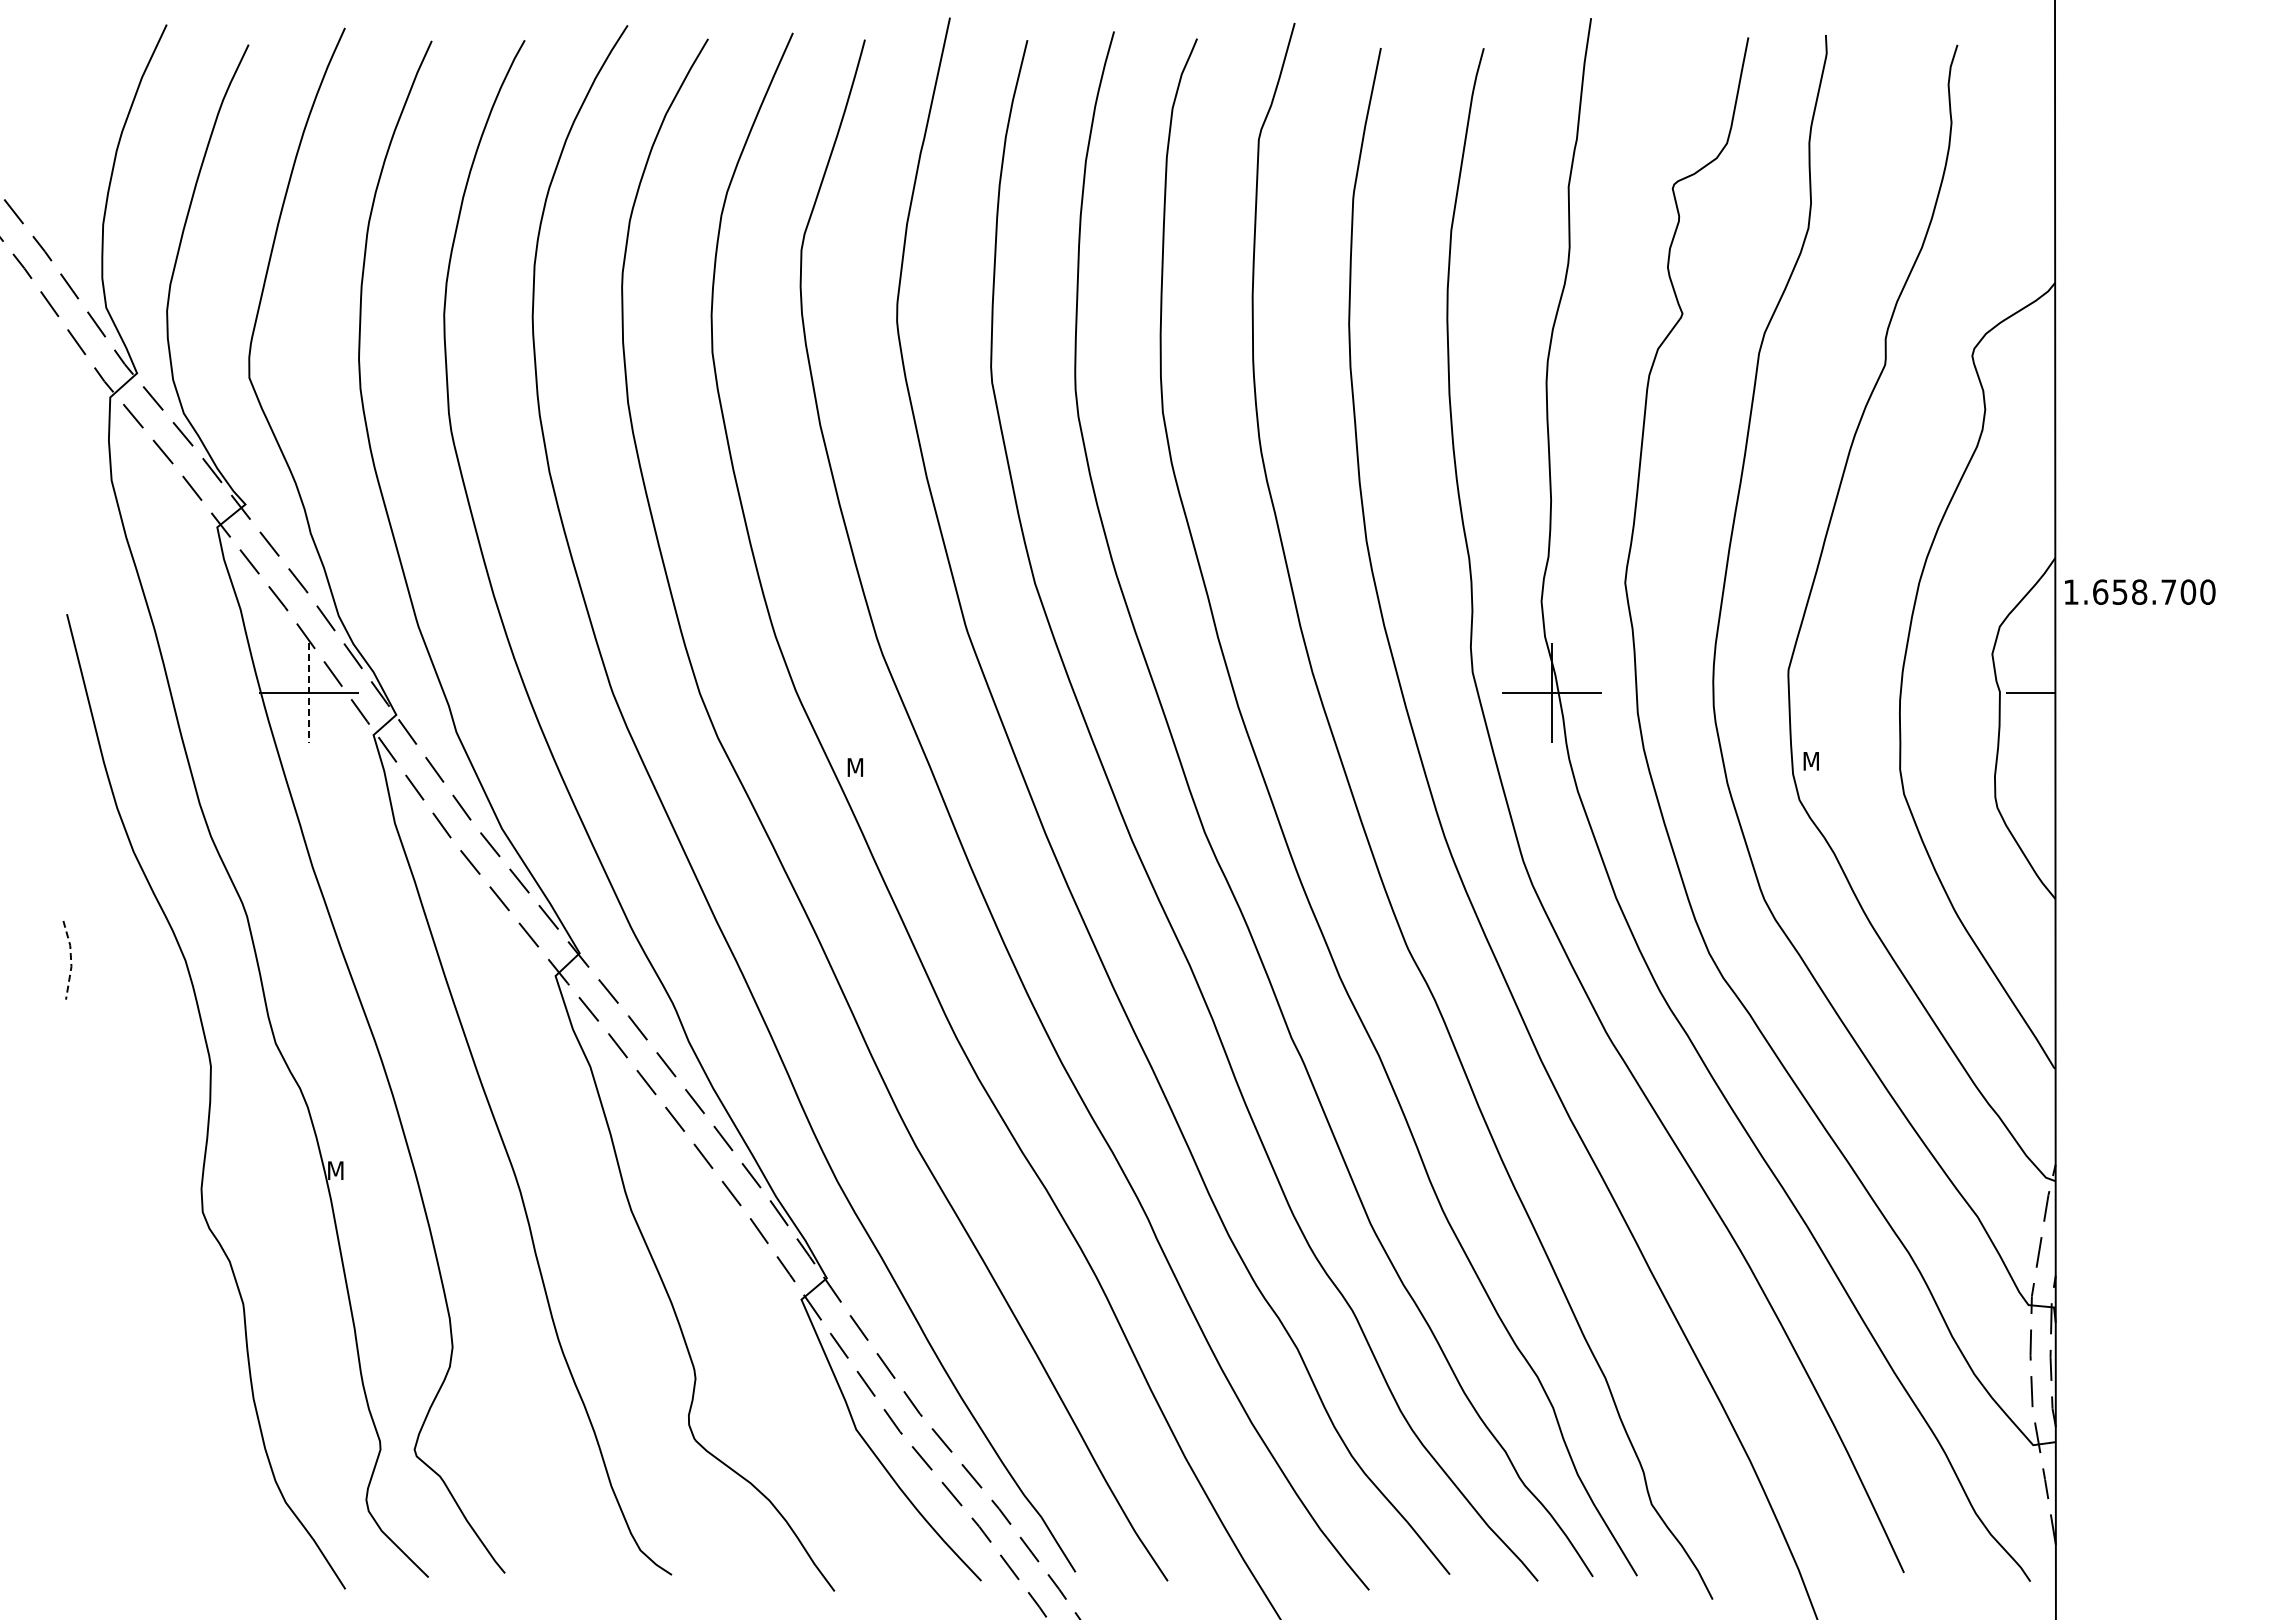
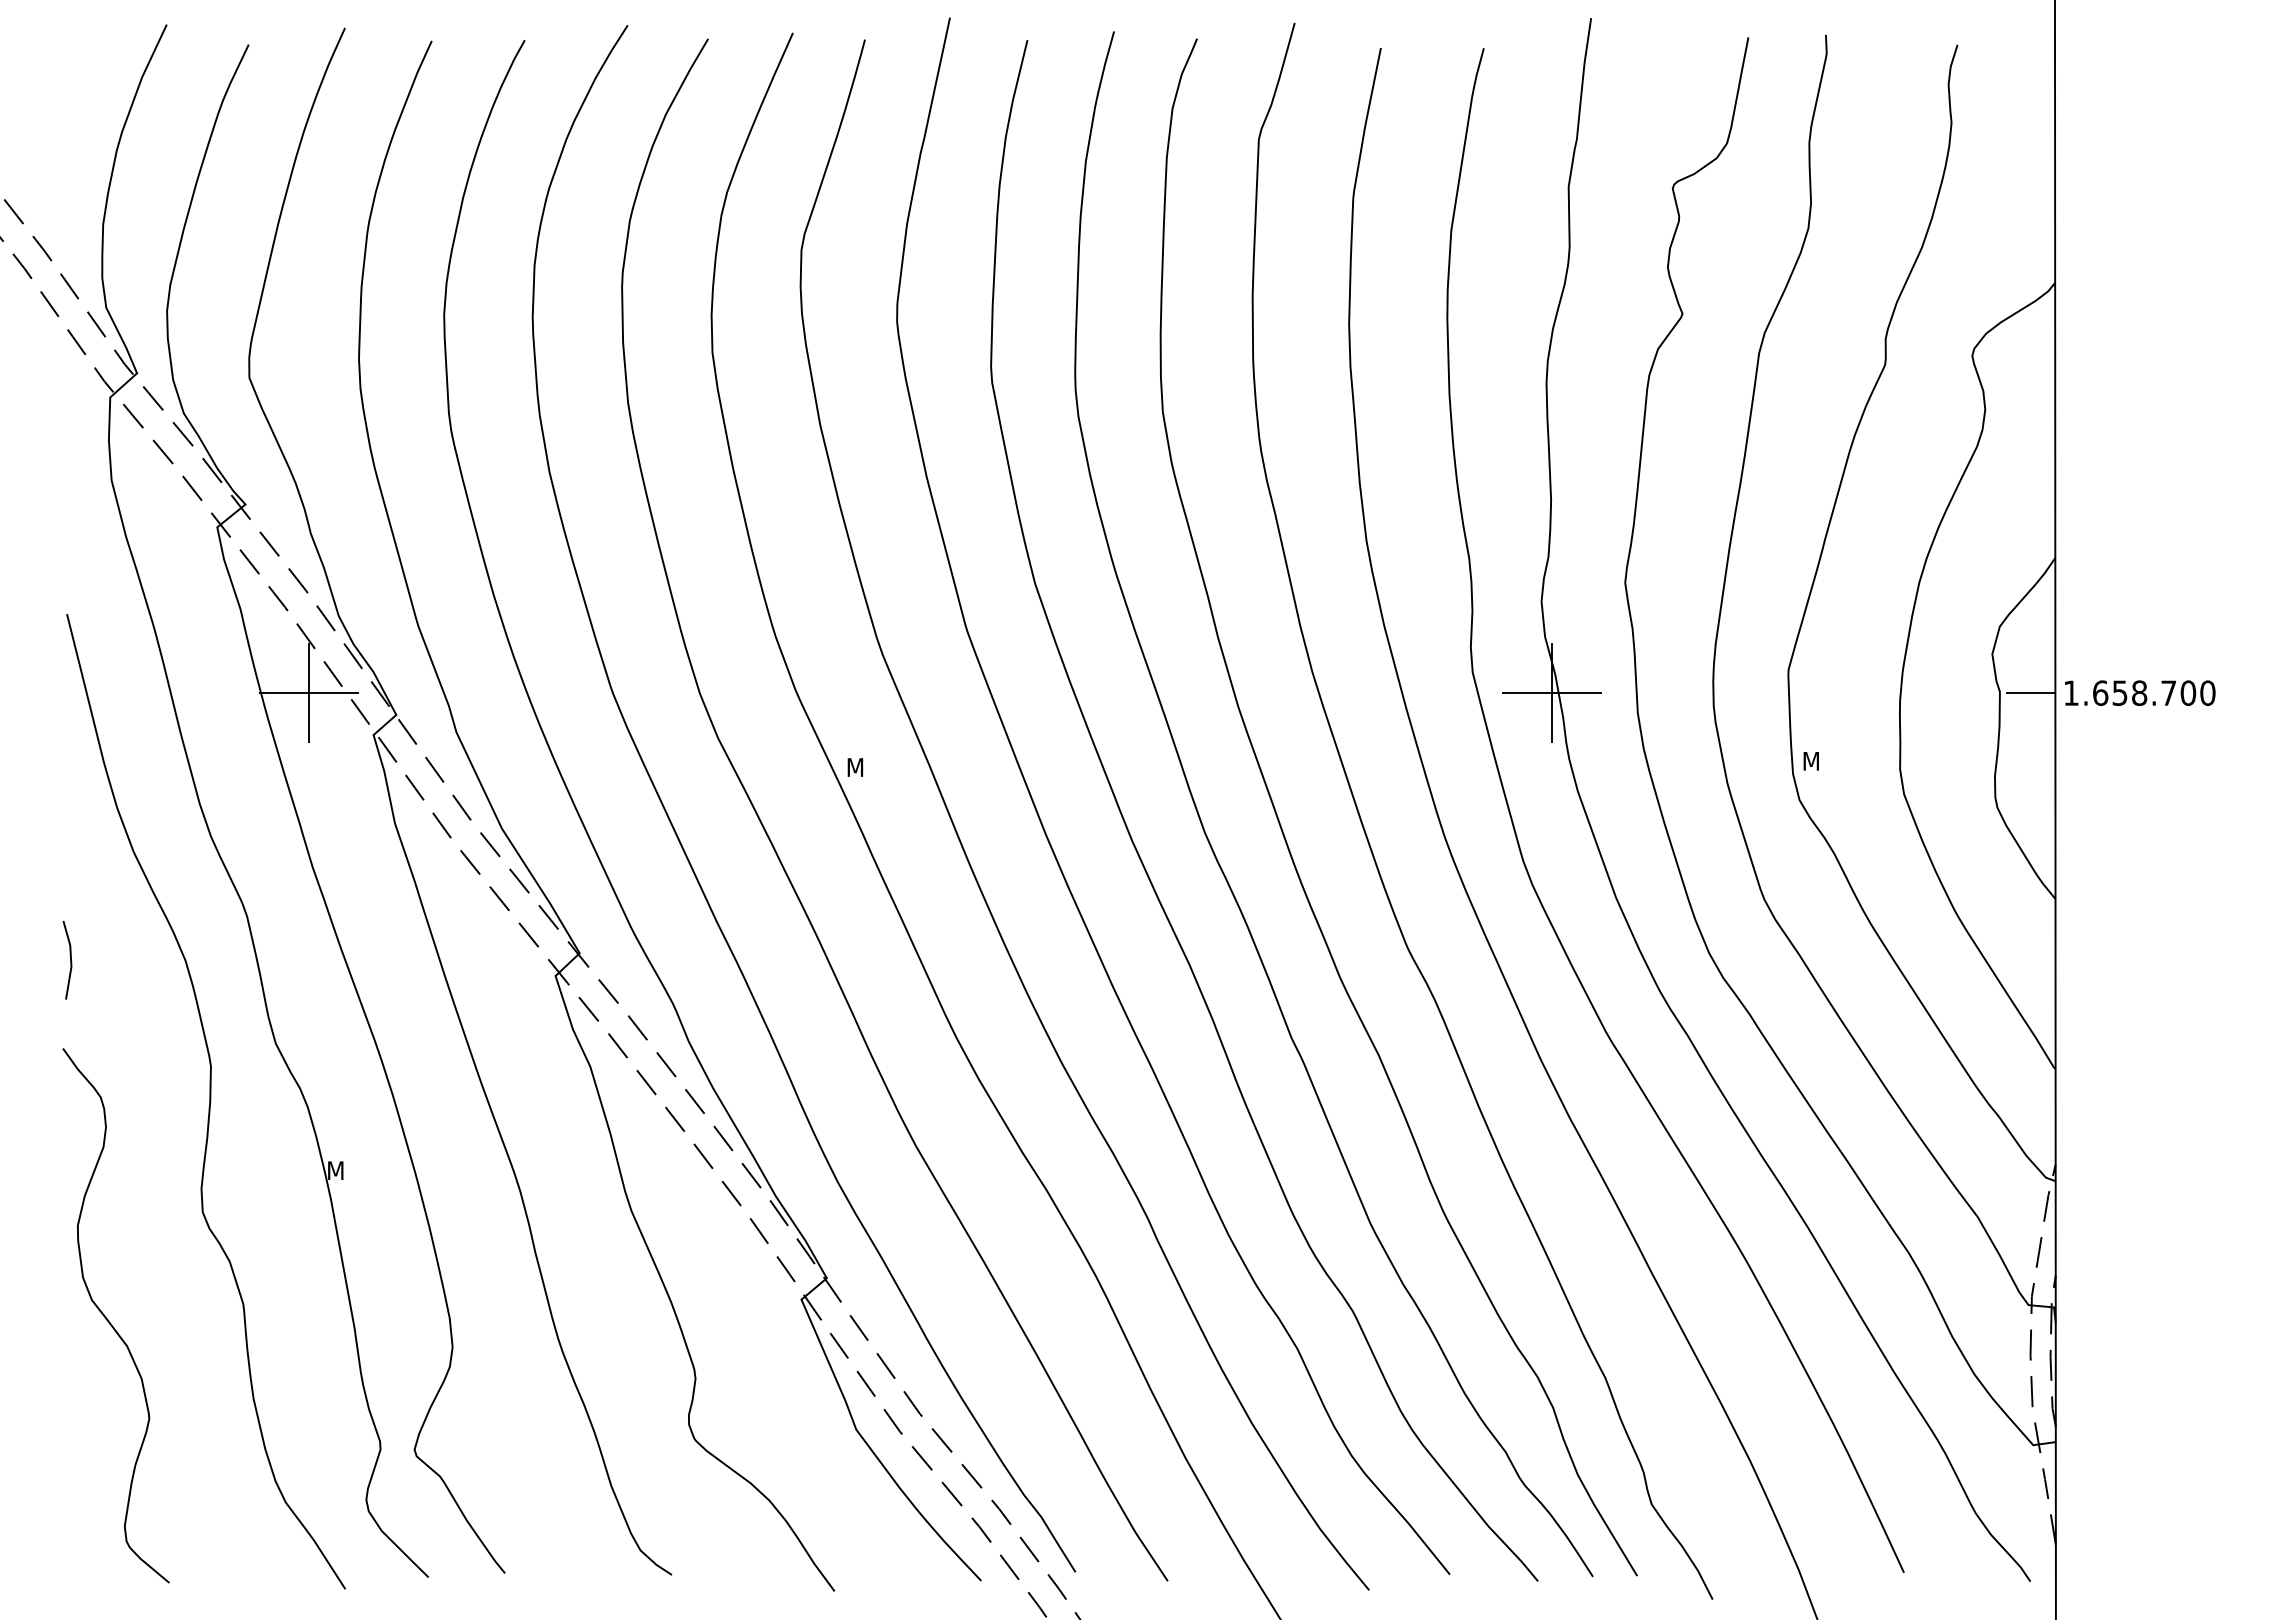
text at (2140, 591) position: (2140, 591) -> (2140, 692)
line at (308, 693): dashed -> solid
line at (71, 959): dashed -> solid
curve at (108, 1319): none -> present
